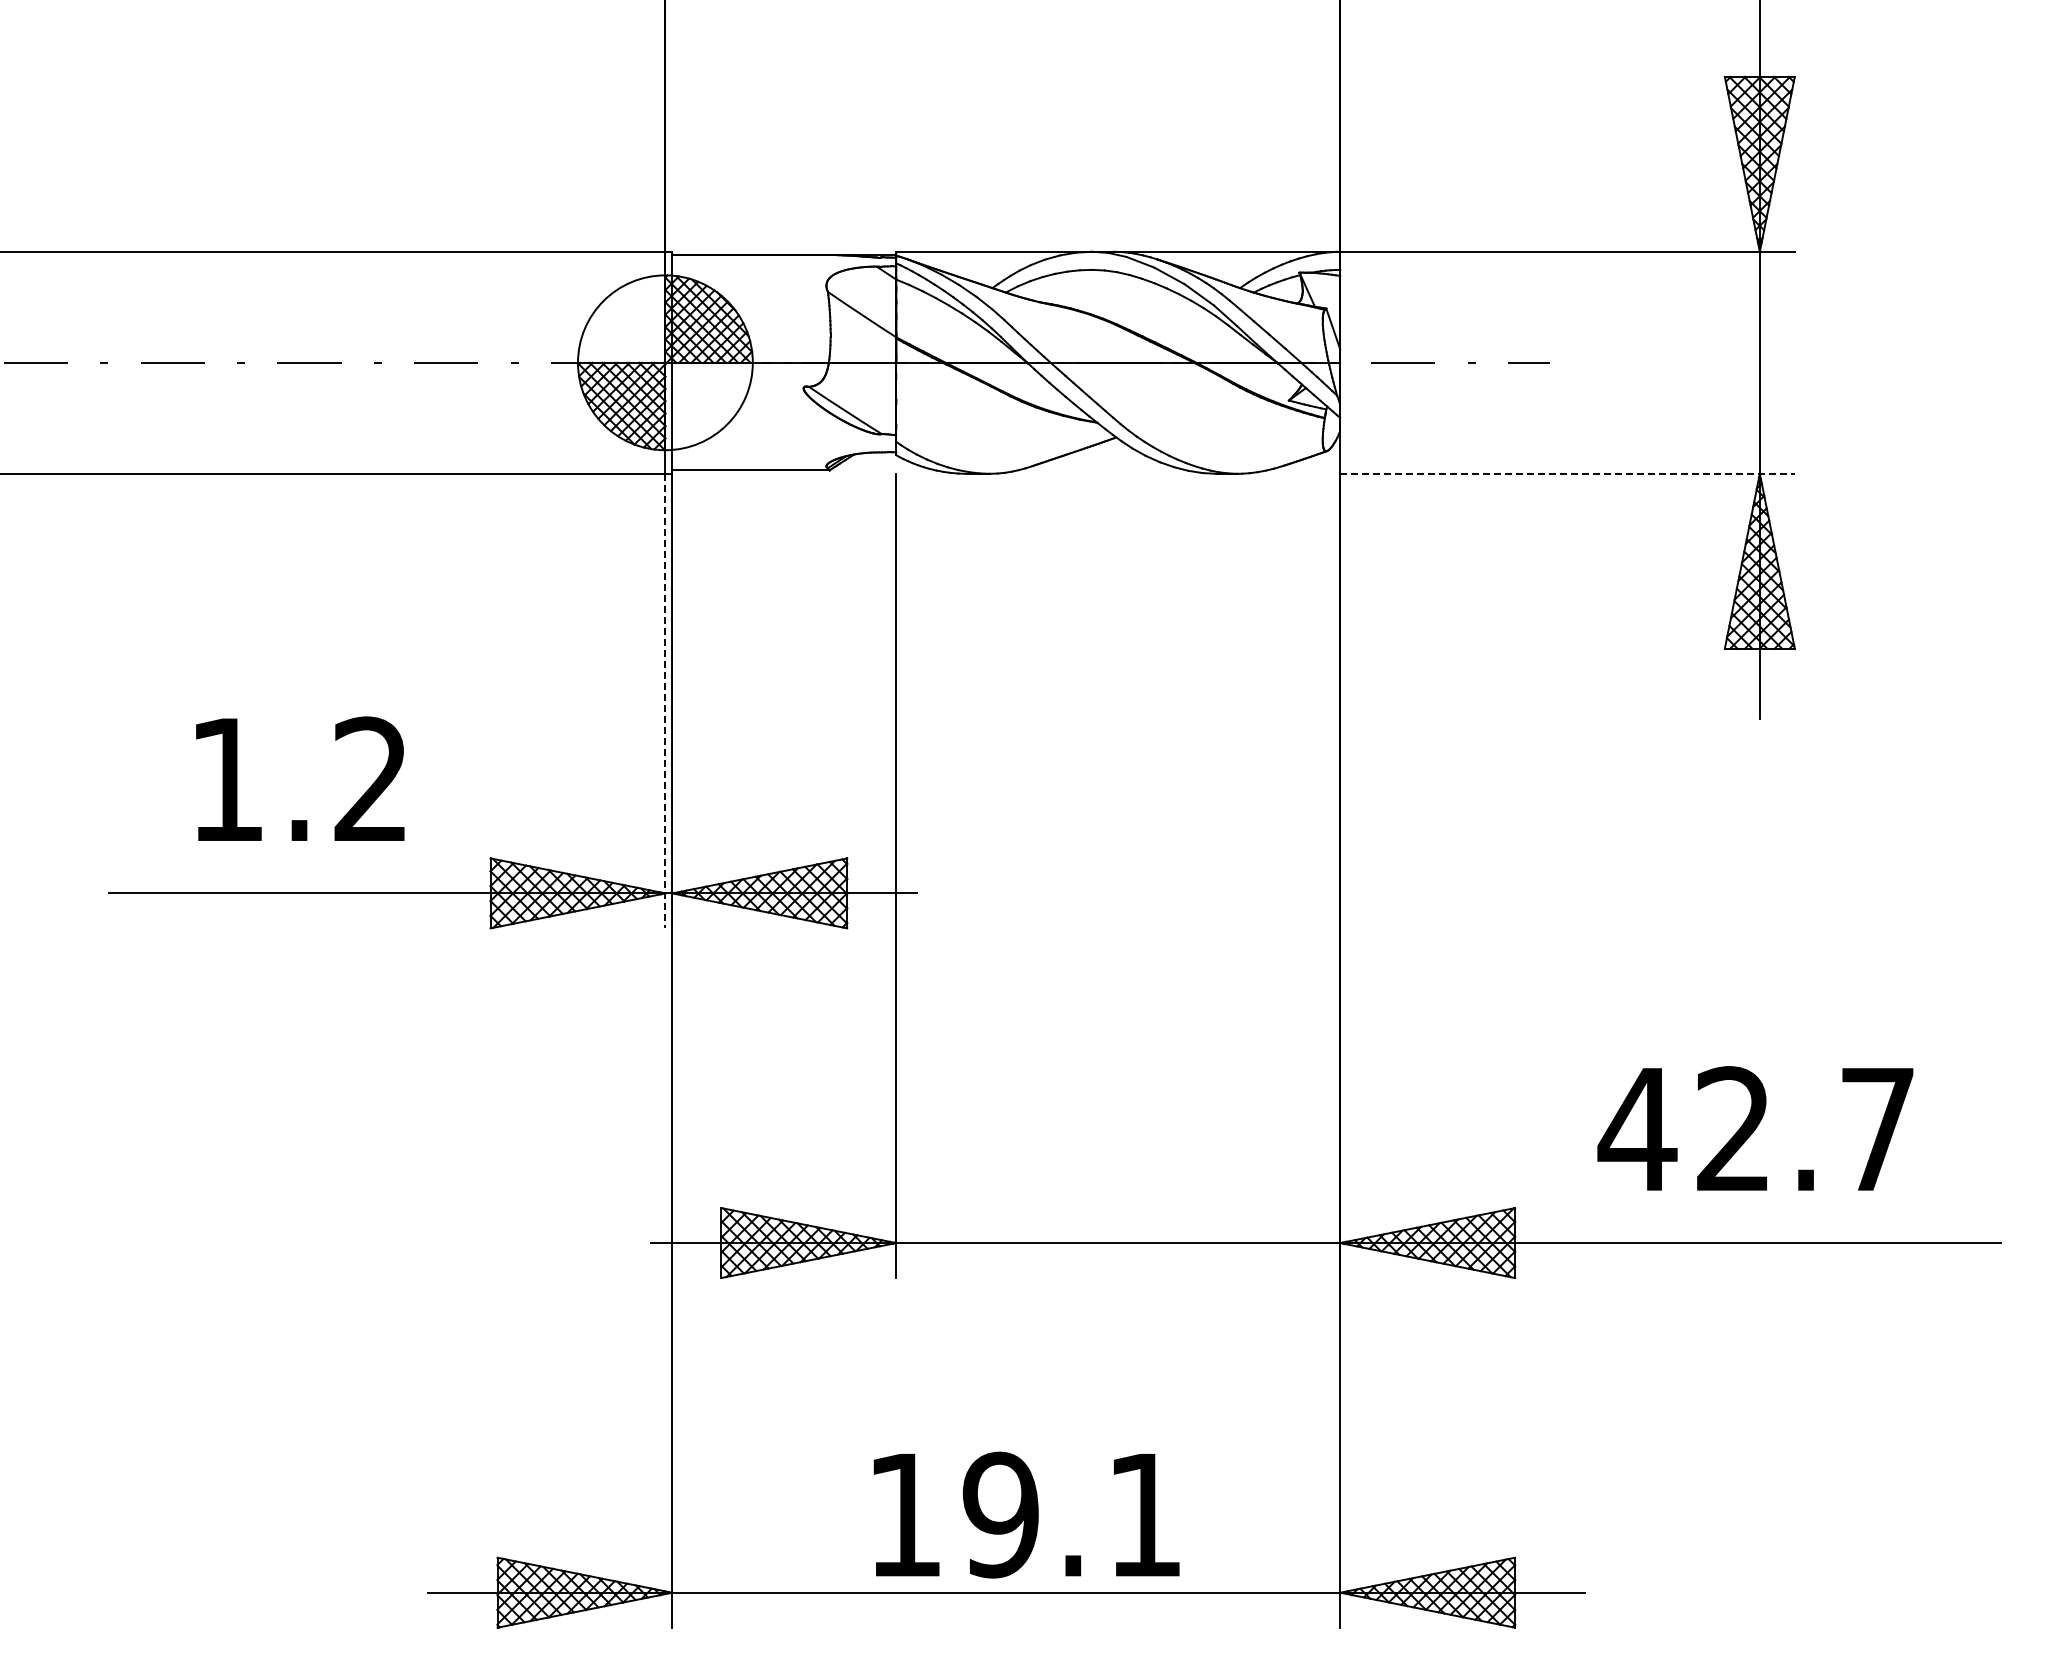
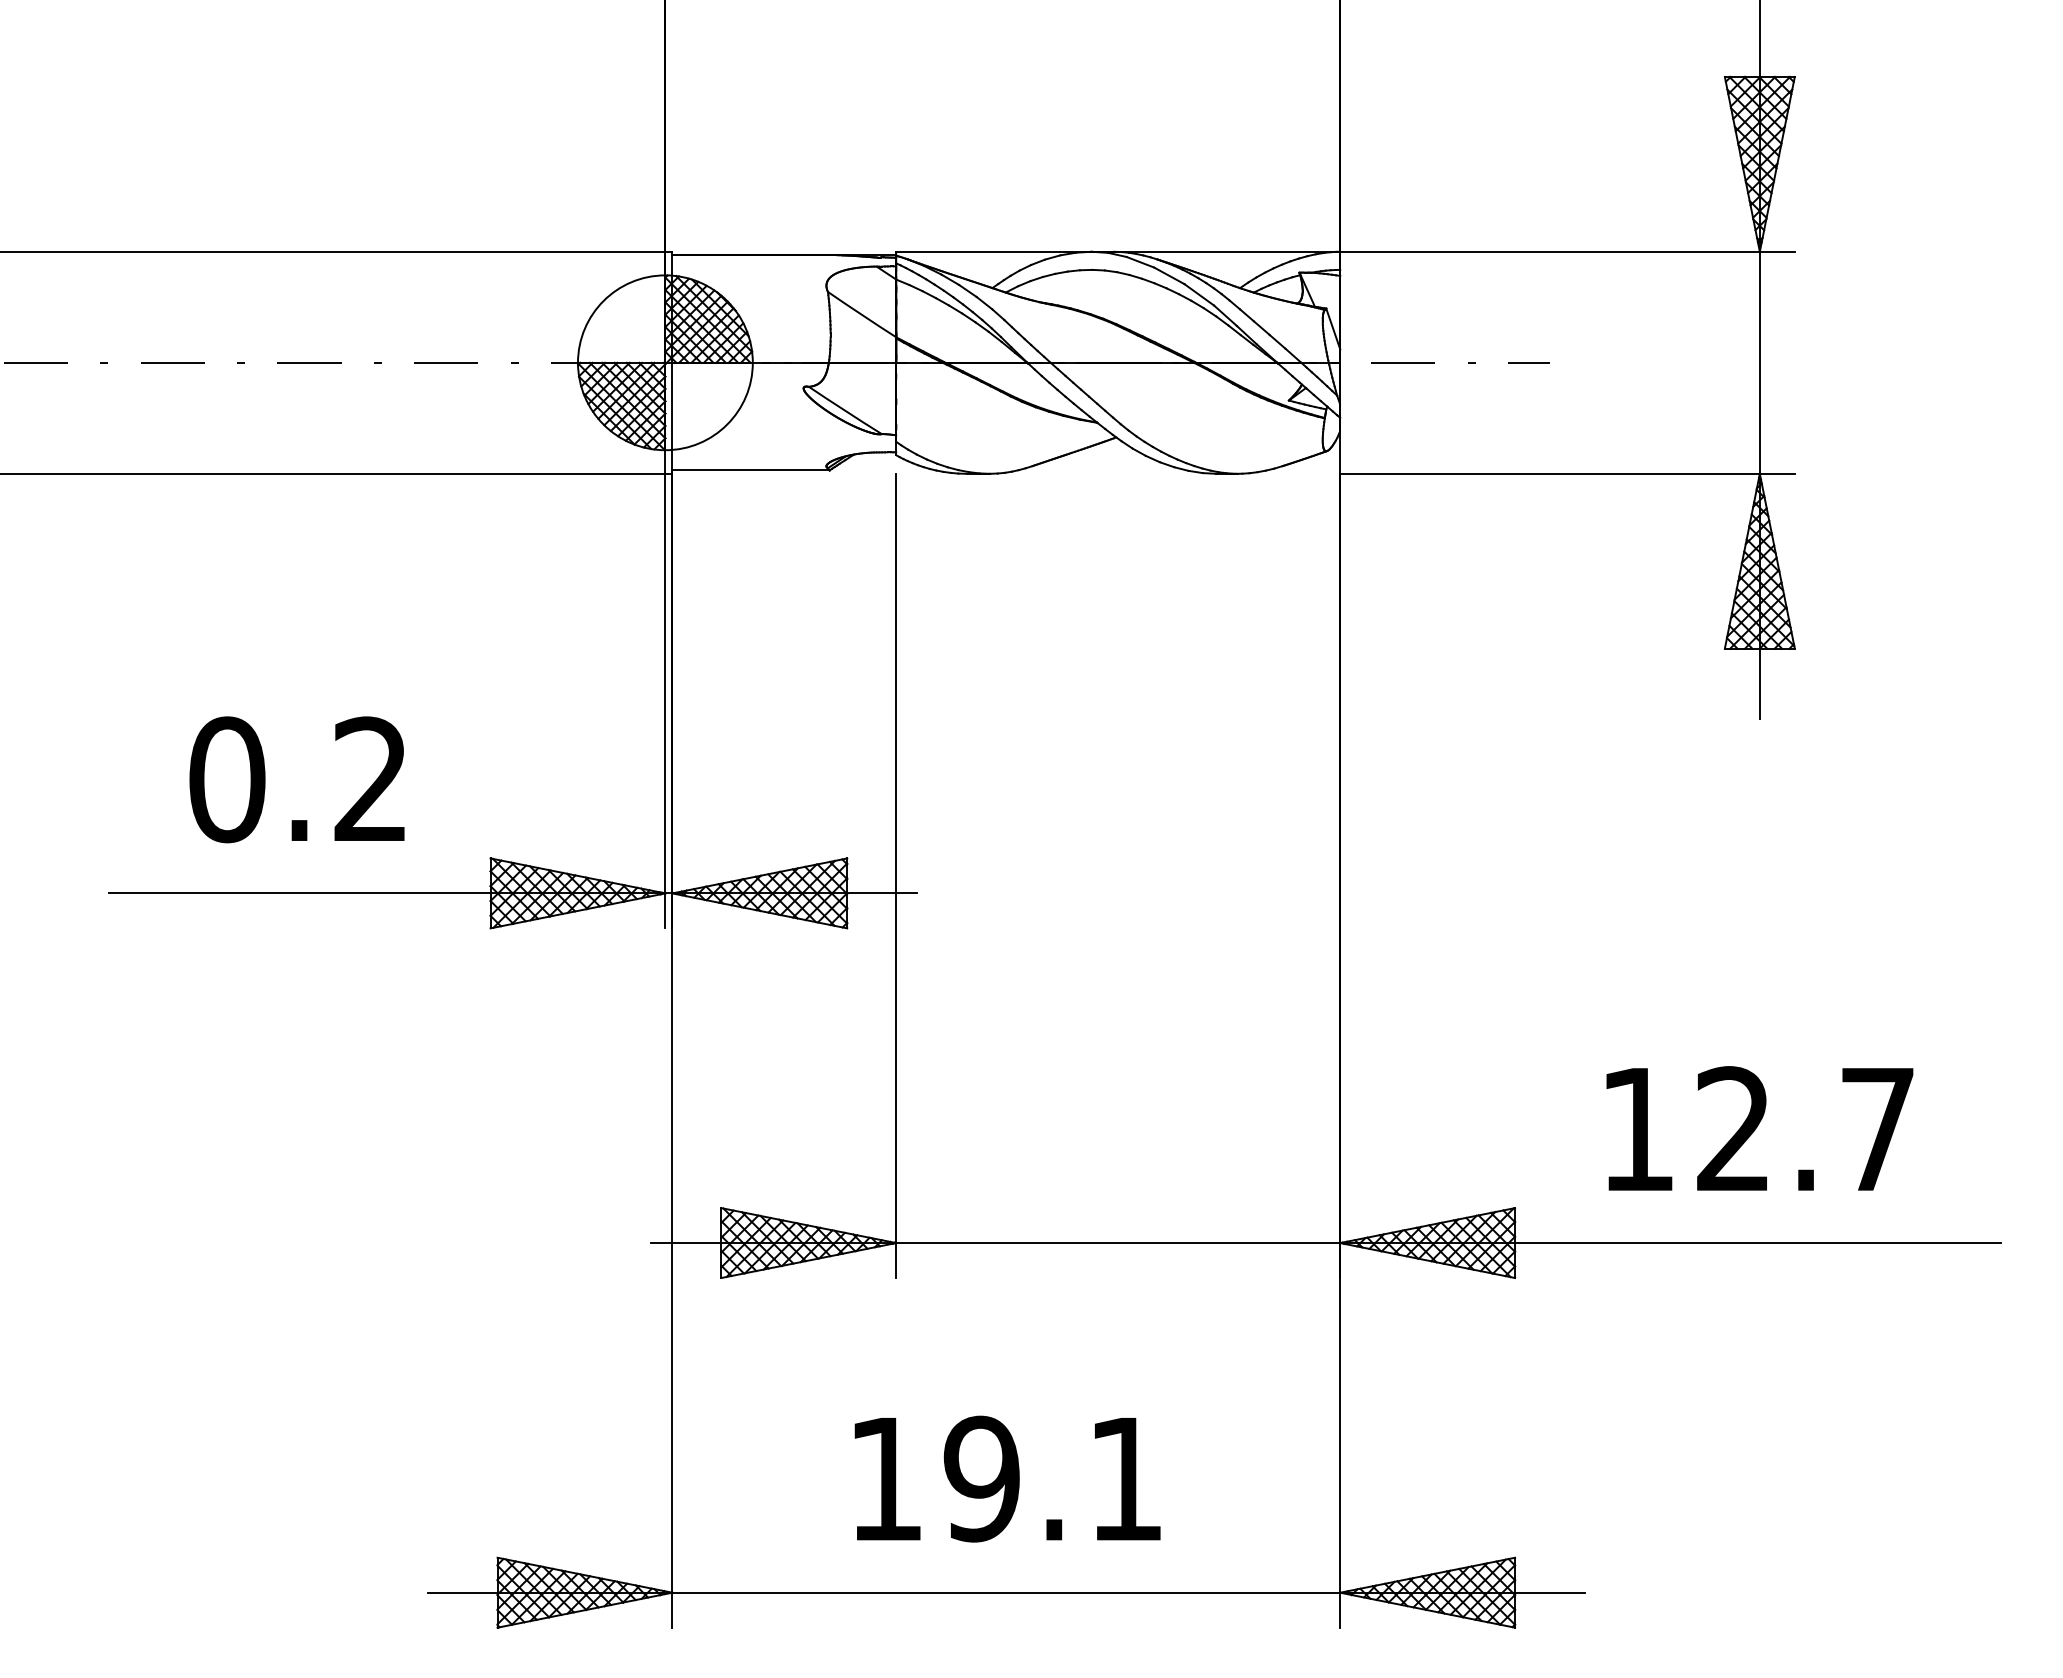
line at (1568, 473): dashed -> solid
line at (665, 701): dashed -> solid
text at (227, 779): 1.2 -> 0.2
text at (1637, 1129): 42.7 -> 12.7
text at (1026, 1514) position: (1026, 1514) -> (1007, 1478)
